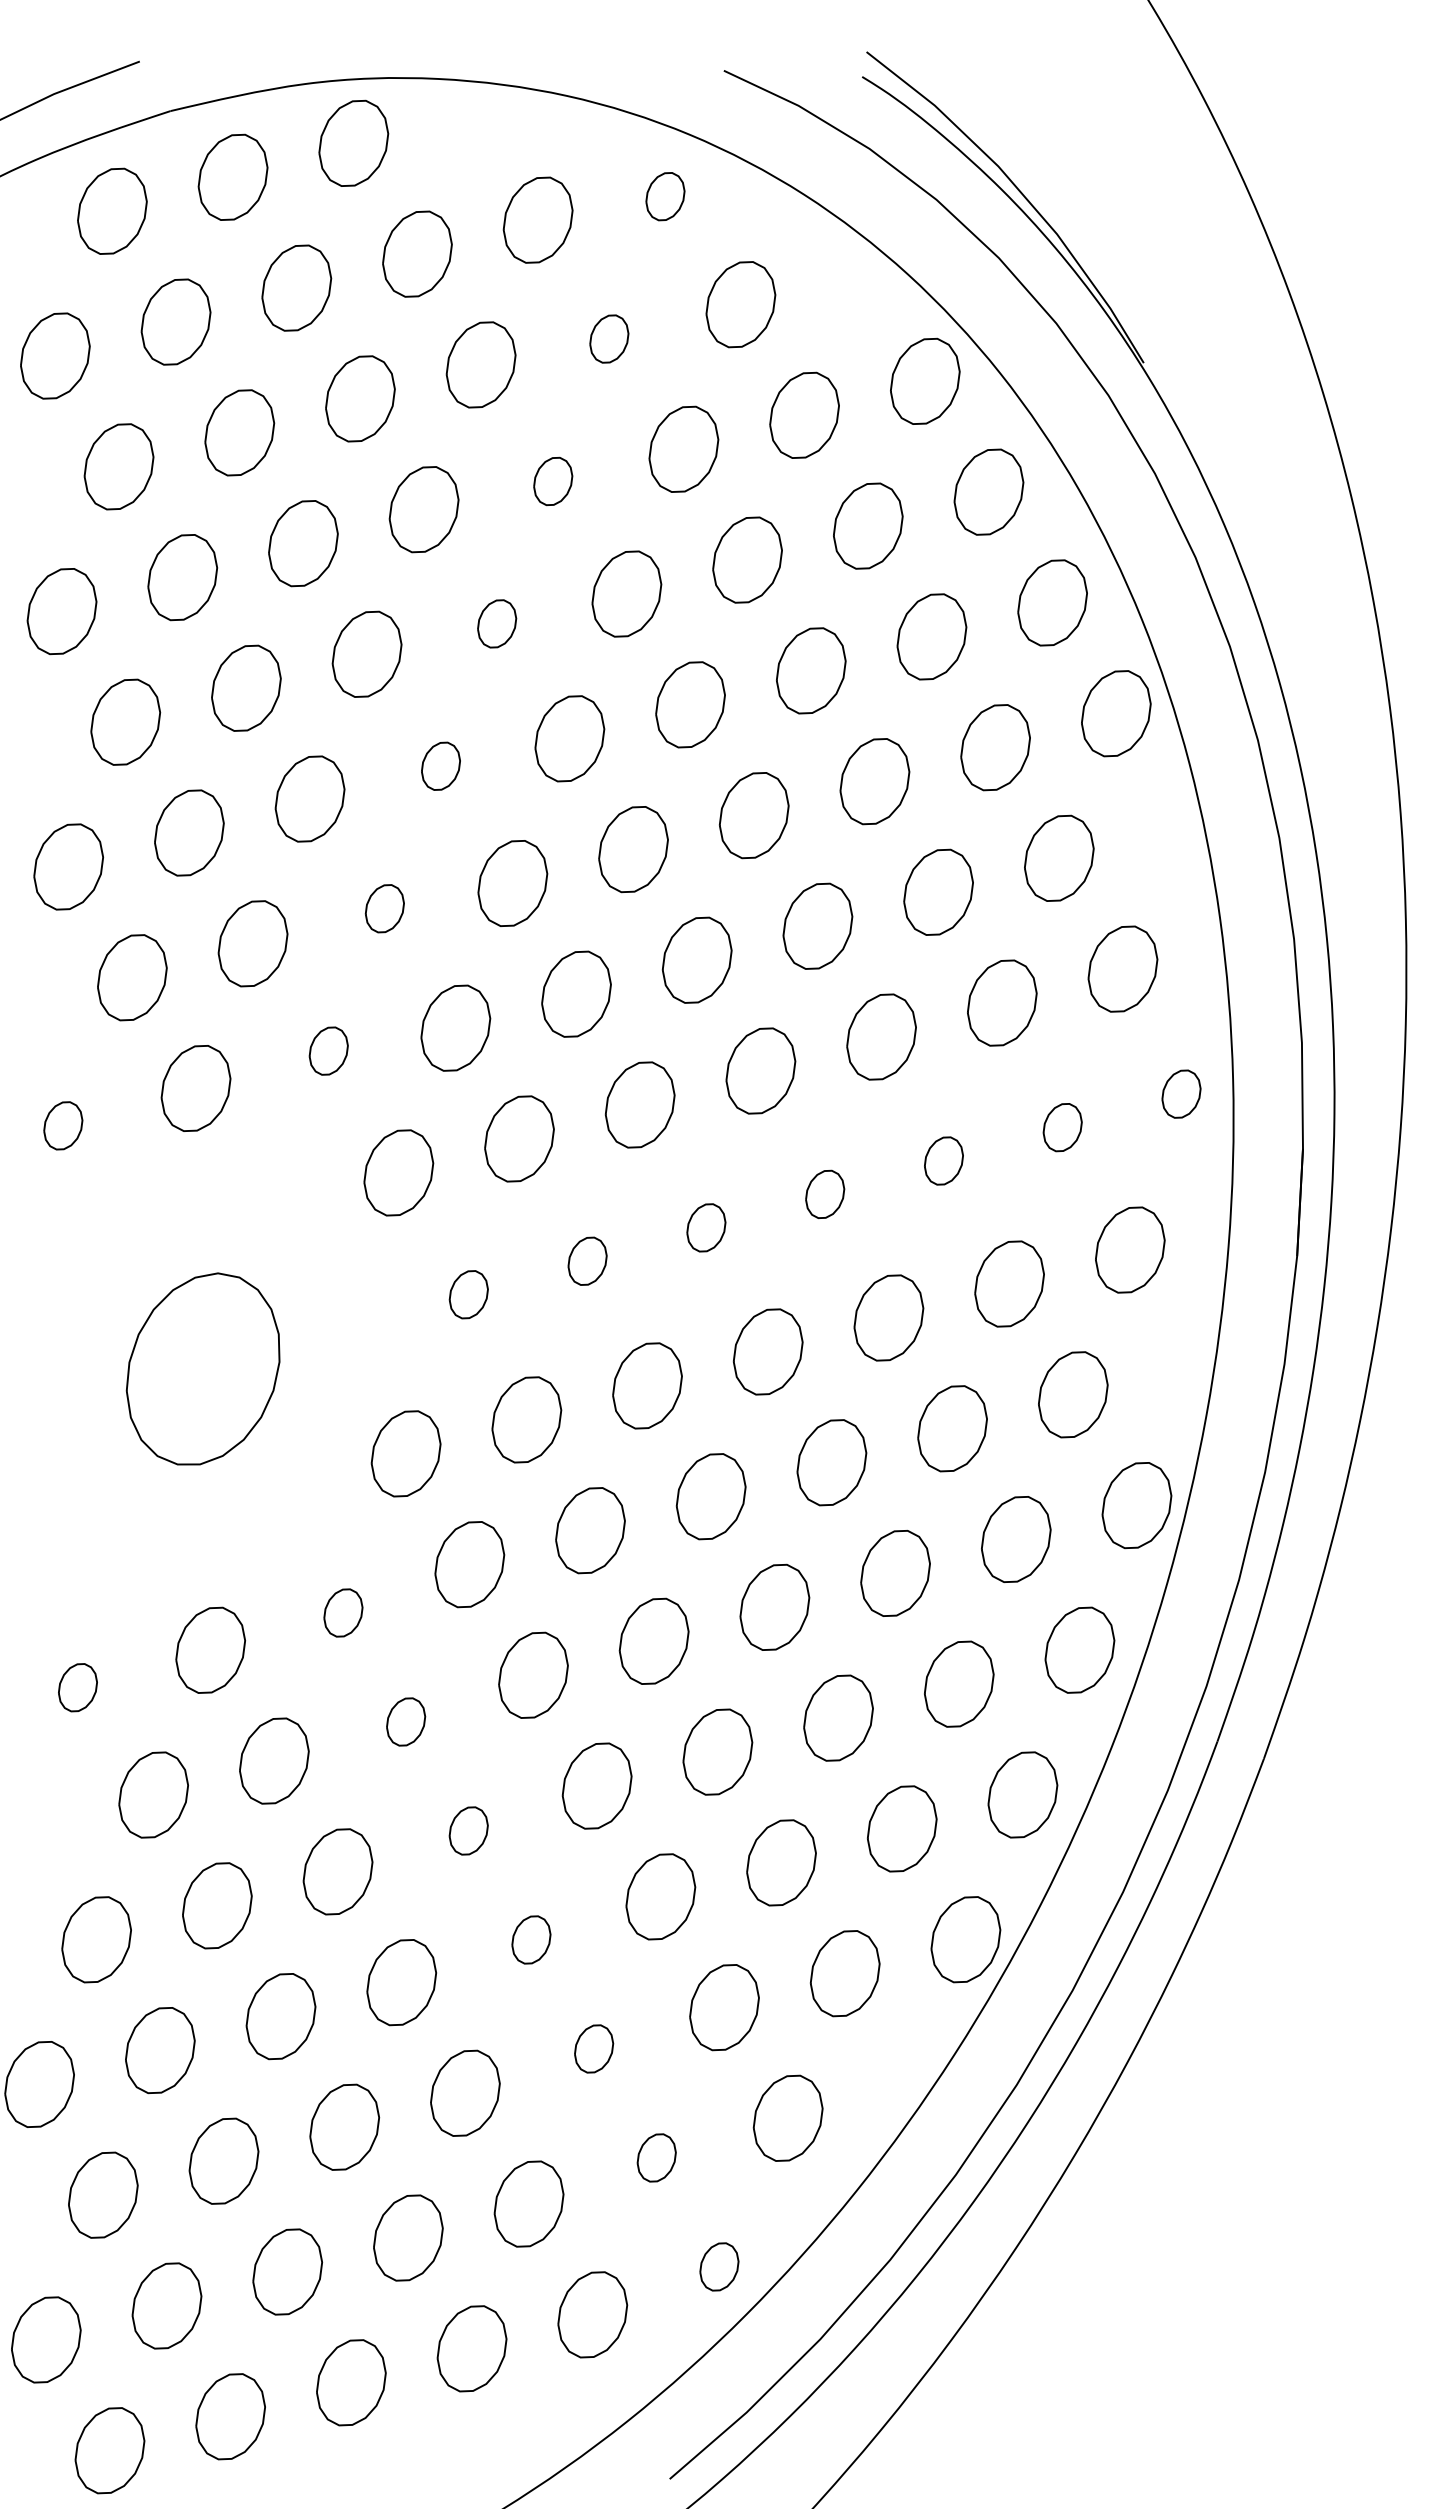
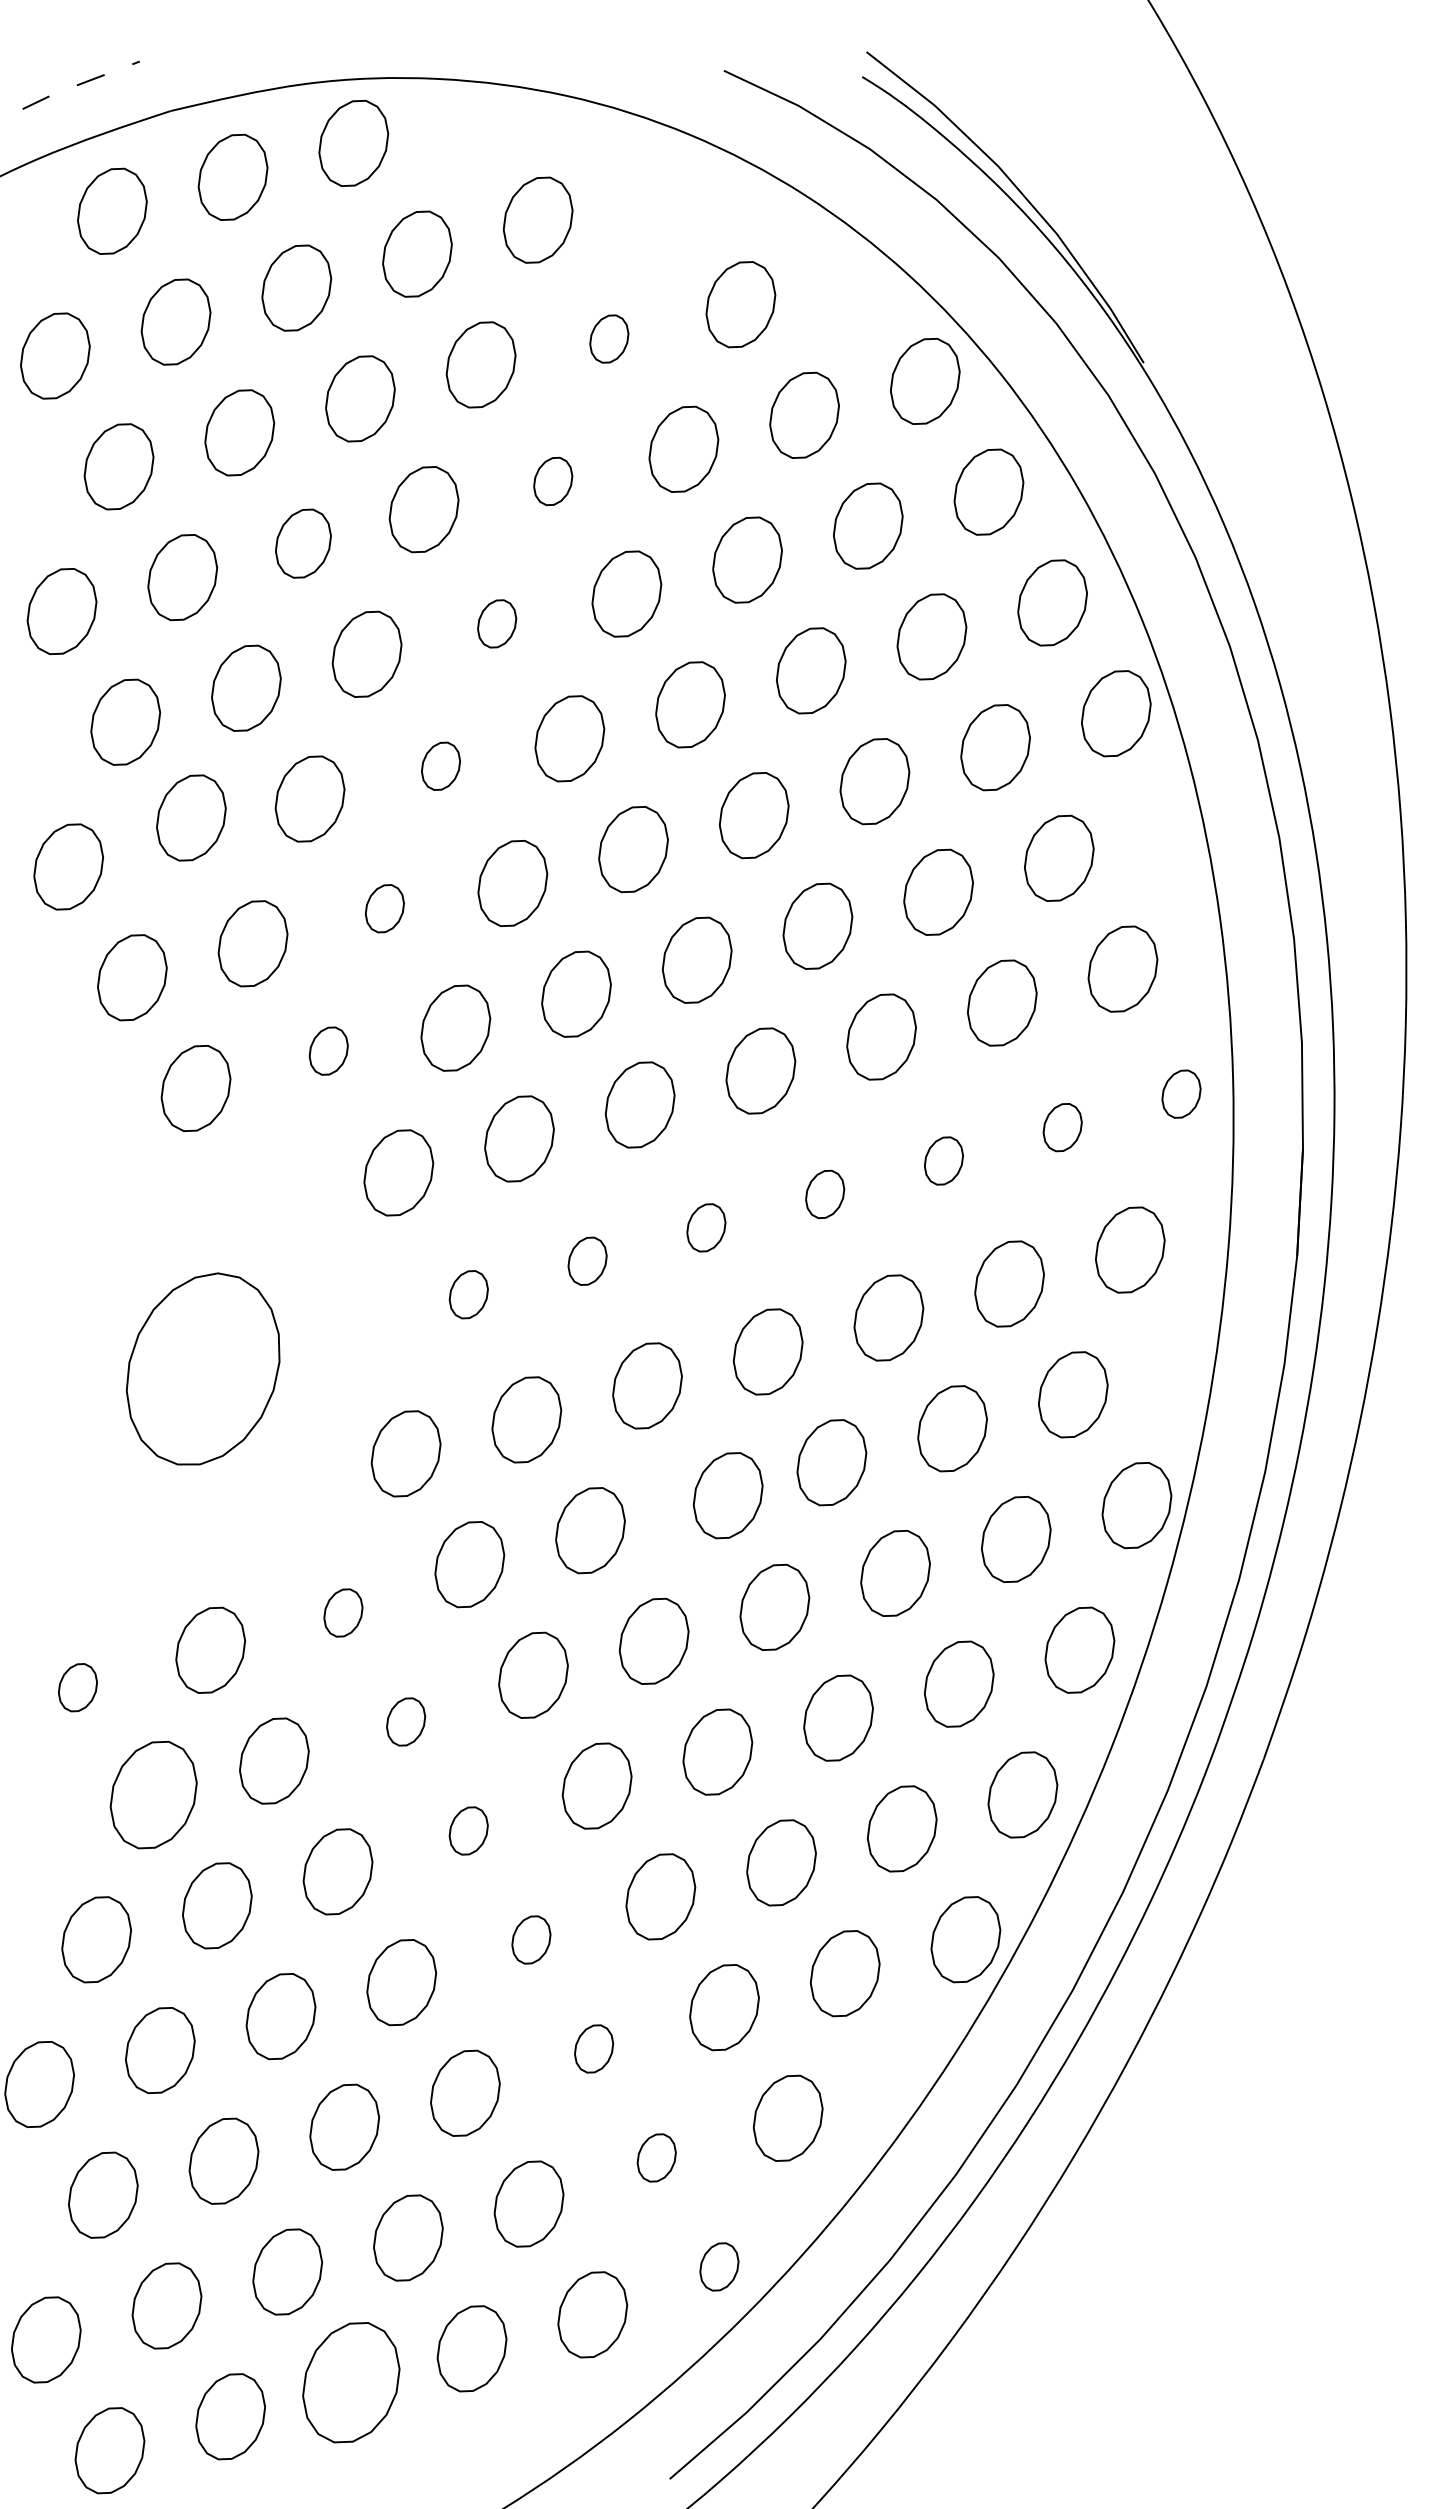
line at (68, 88): solid -> dashed
part at (665, 196): present -> none
part at (303, 543) size: 71x88 px -> 57x71 px
part at (189, 832) position: (189, 832) -> (191, 817)
part at (63, 1125): present -> none
part at (710, 1496) position: (710, 1496) -> (727, 1495)
part at (153, 1794) size: 71x88 px -> 89x110 px
part at (351, 2382) size: 71x88 px -> 99x122 px
